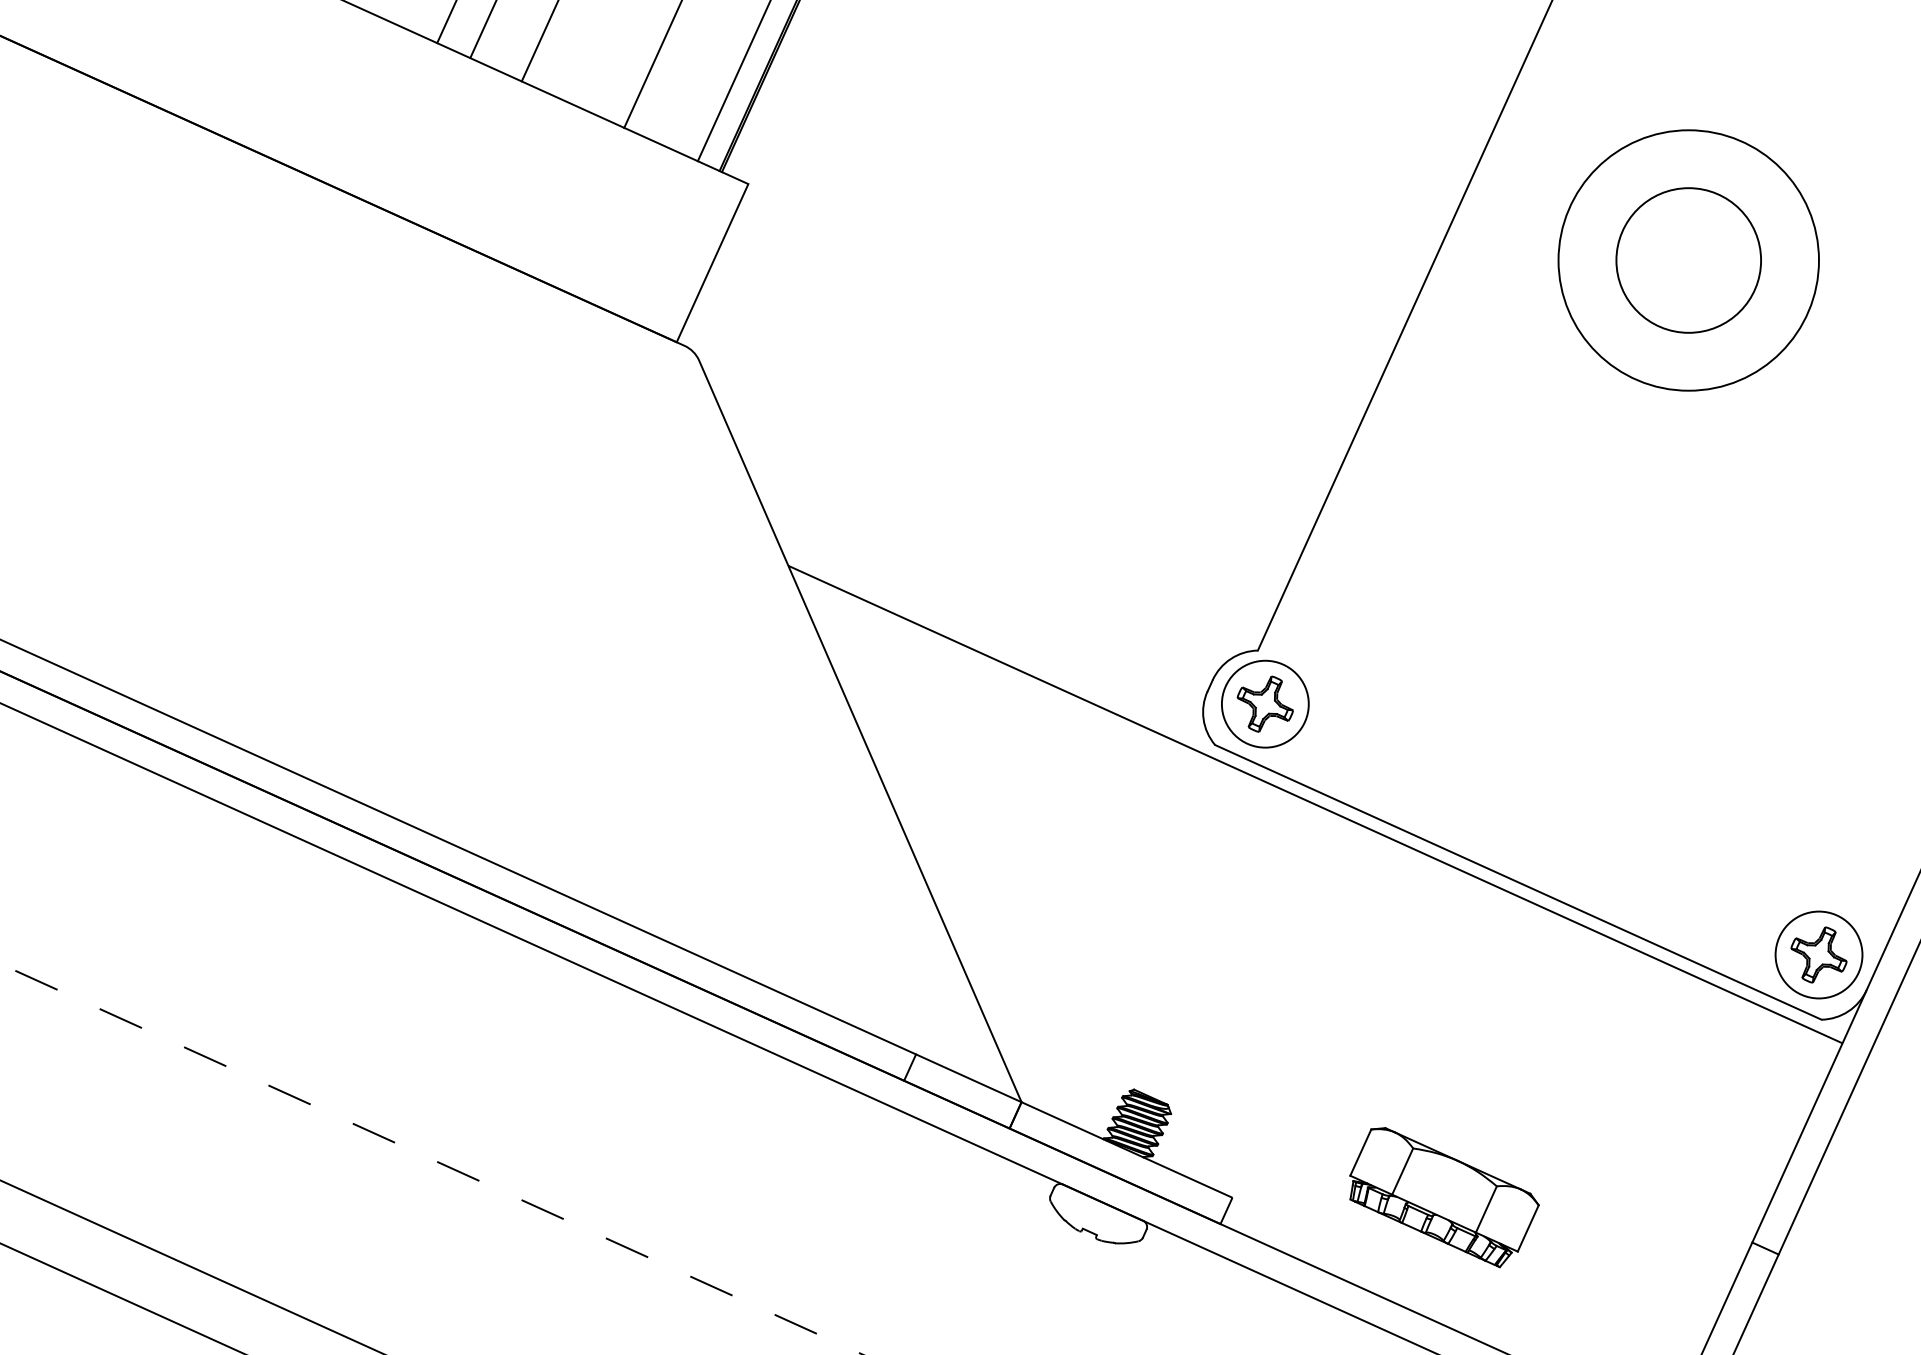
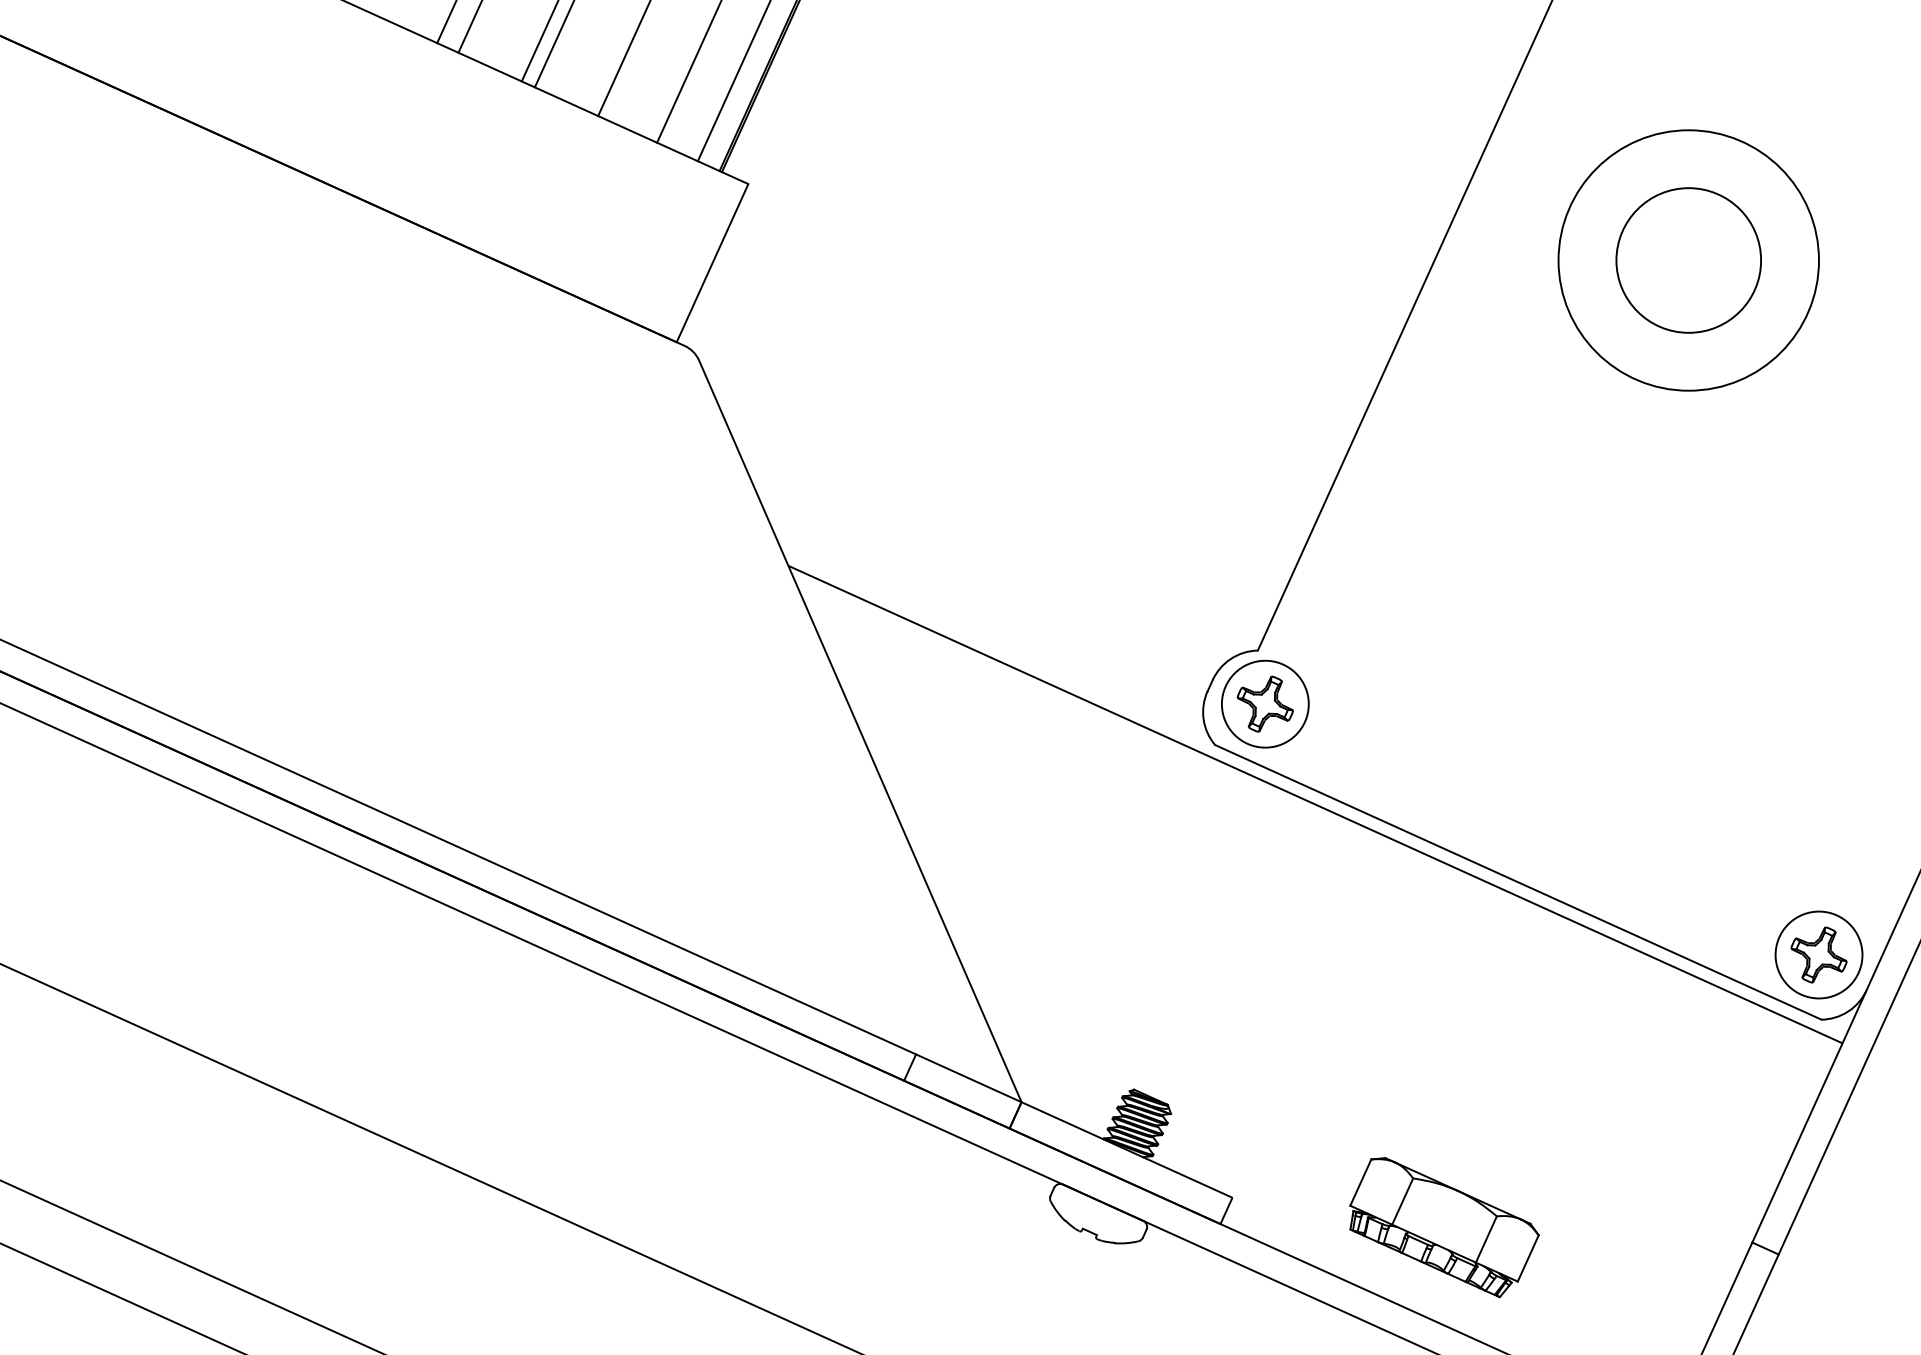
line at (482, 29) position: (482, 29) -> (469, 27)
line at (553, 44): none -> present
line at (652, 65) position: (652, 65) -> (623, 59)
line at (688, 72): none -> present
line at (432, 1159): dashed -> solid
part at (1444, 1197) position: (1444, 1197) -> (1444, 1227)
